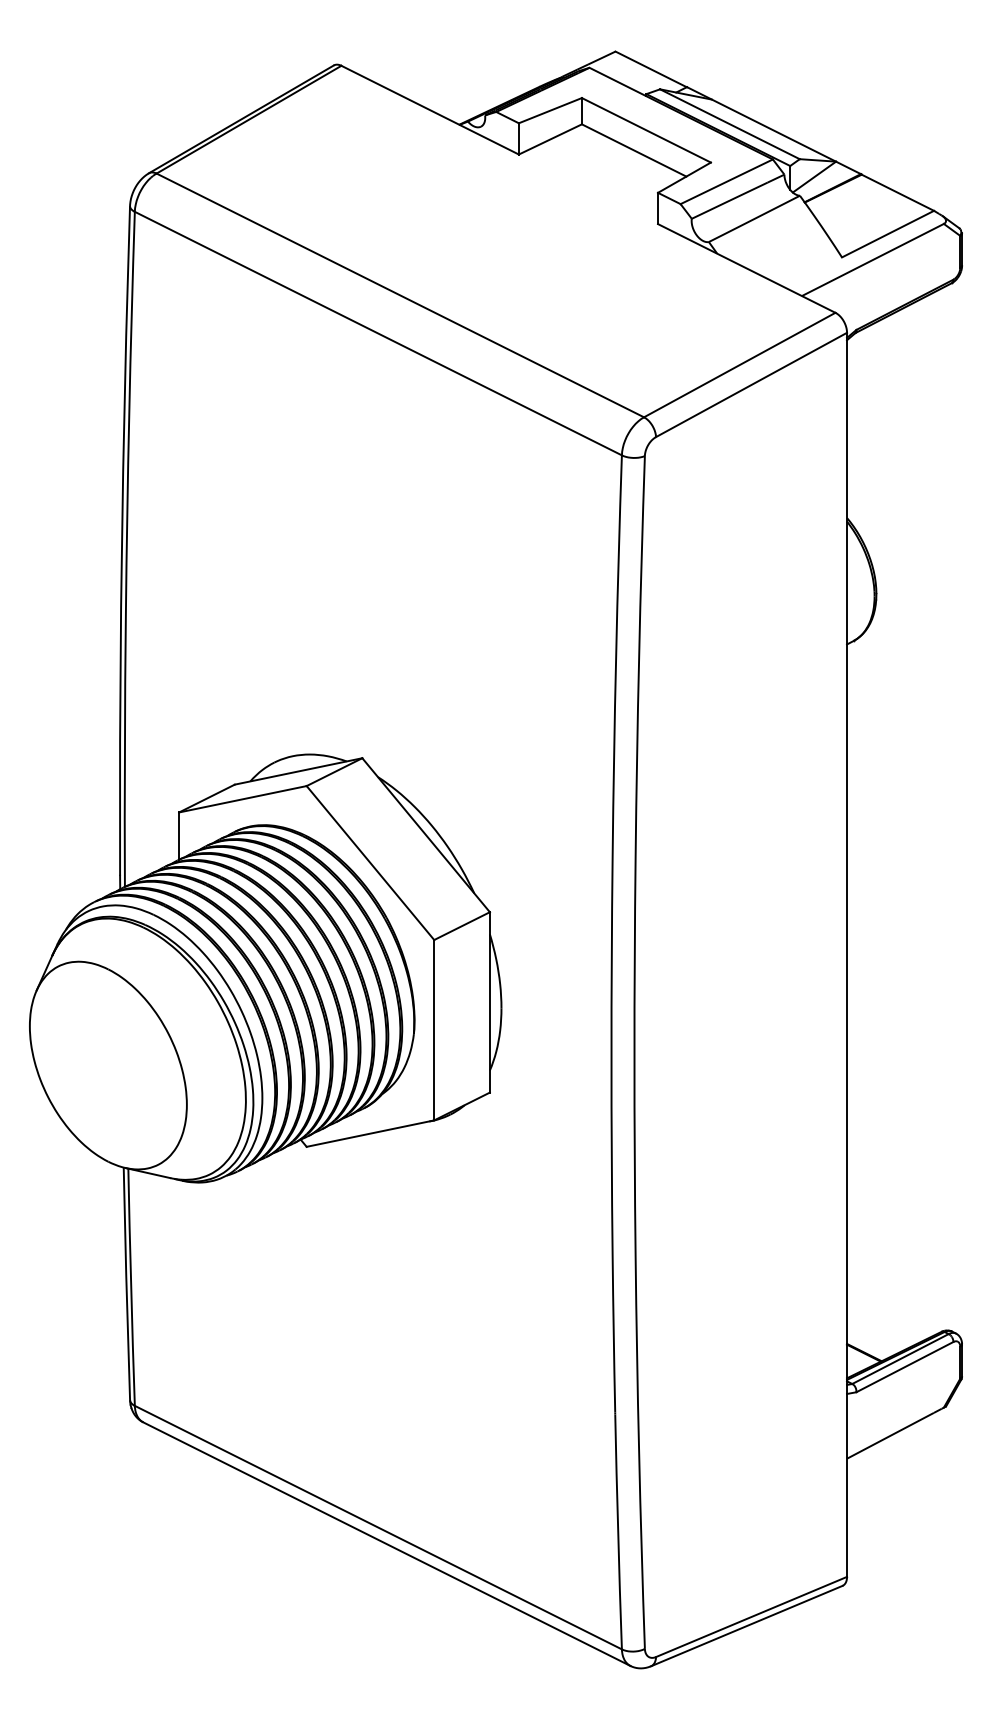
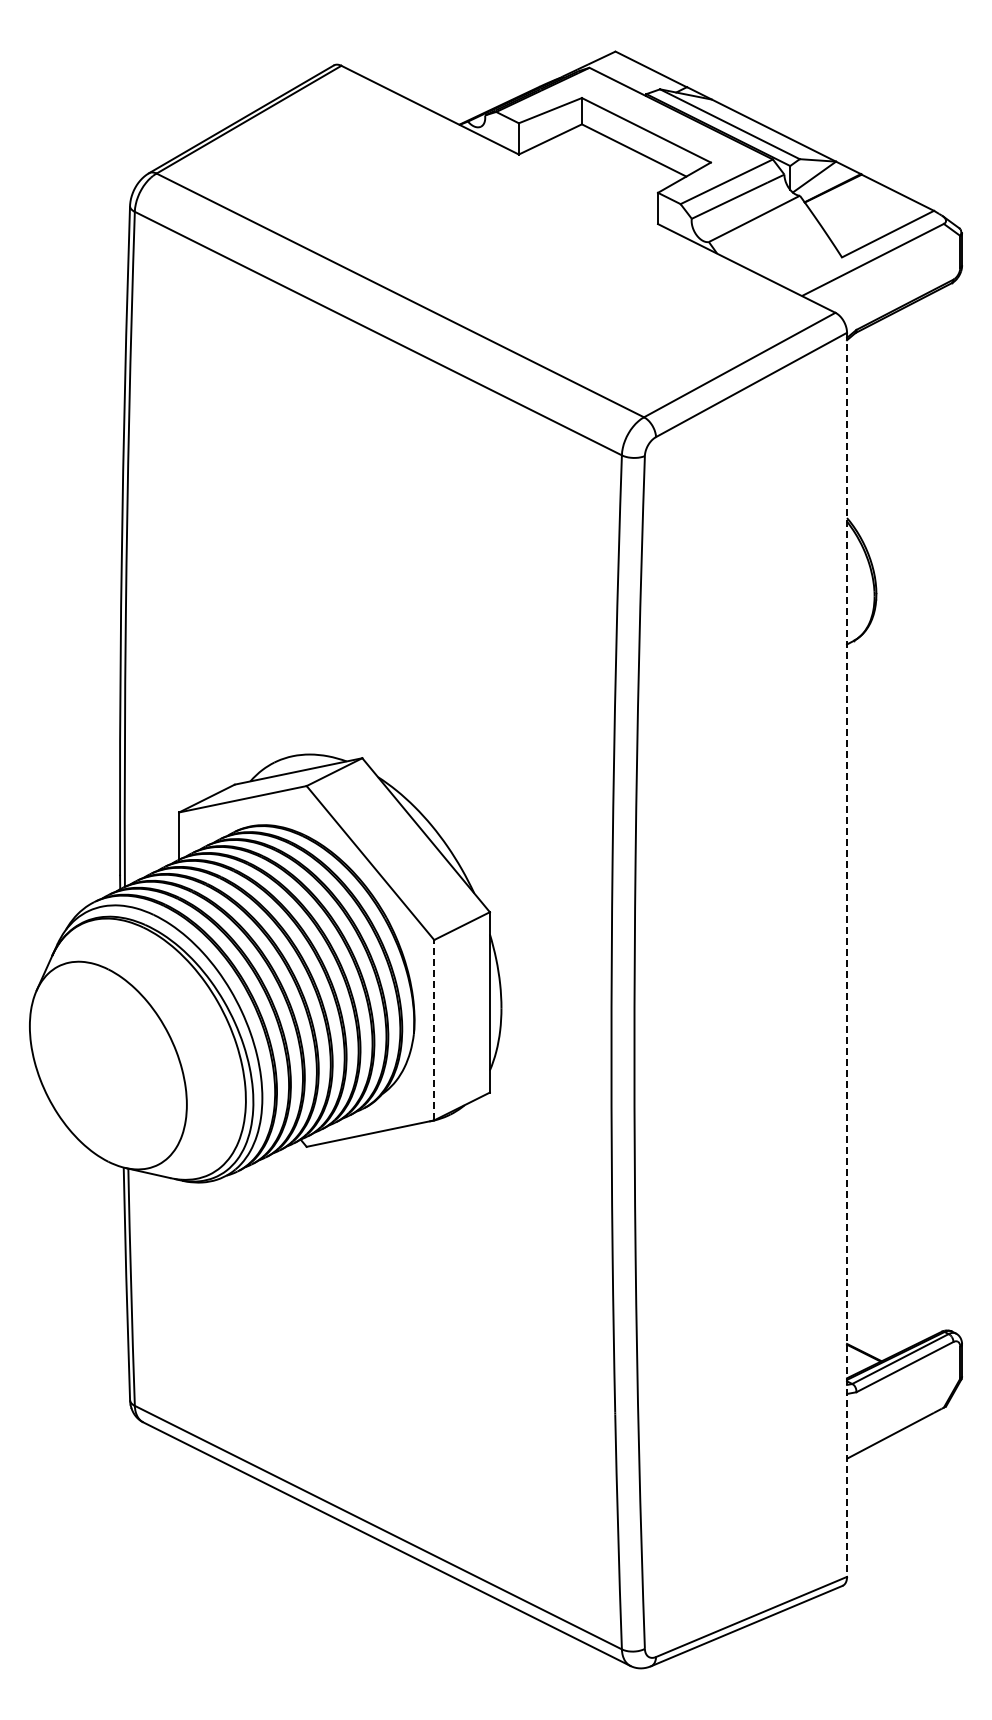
line at (847, 955): solid -> dashed
line at (434, 1029): solid -> dashed
